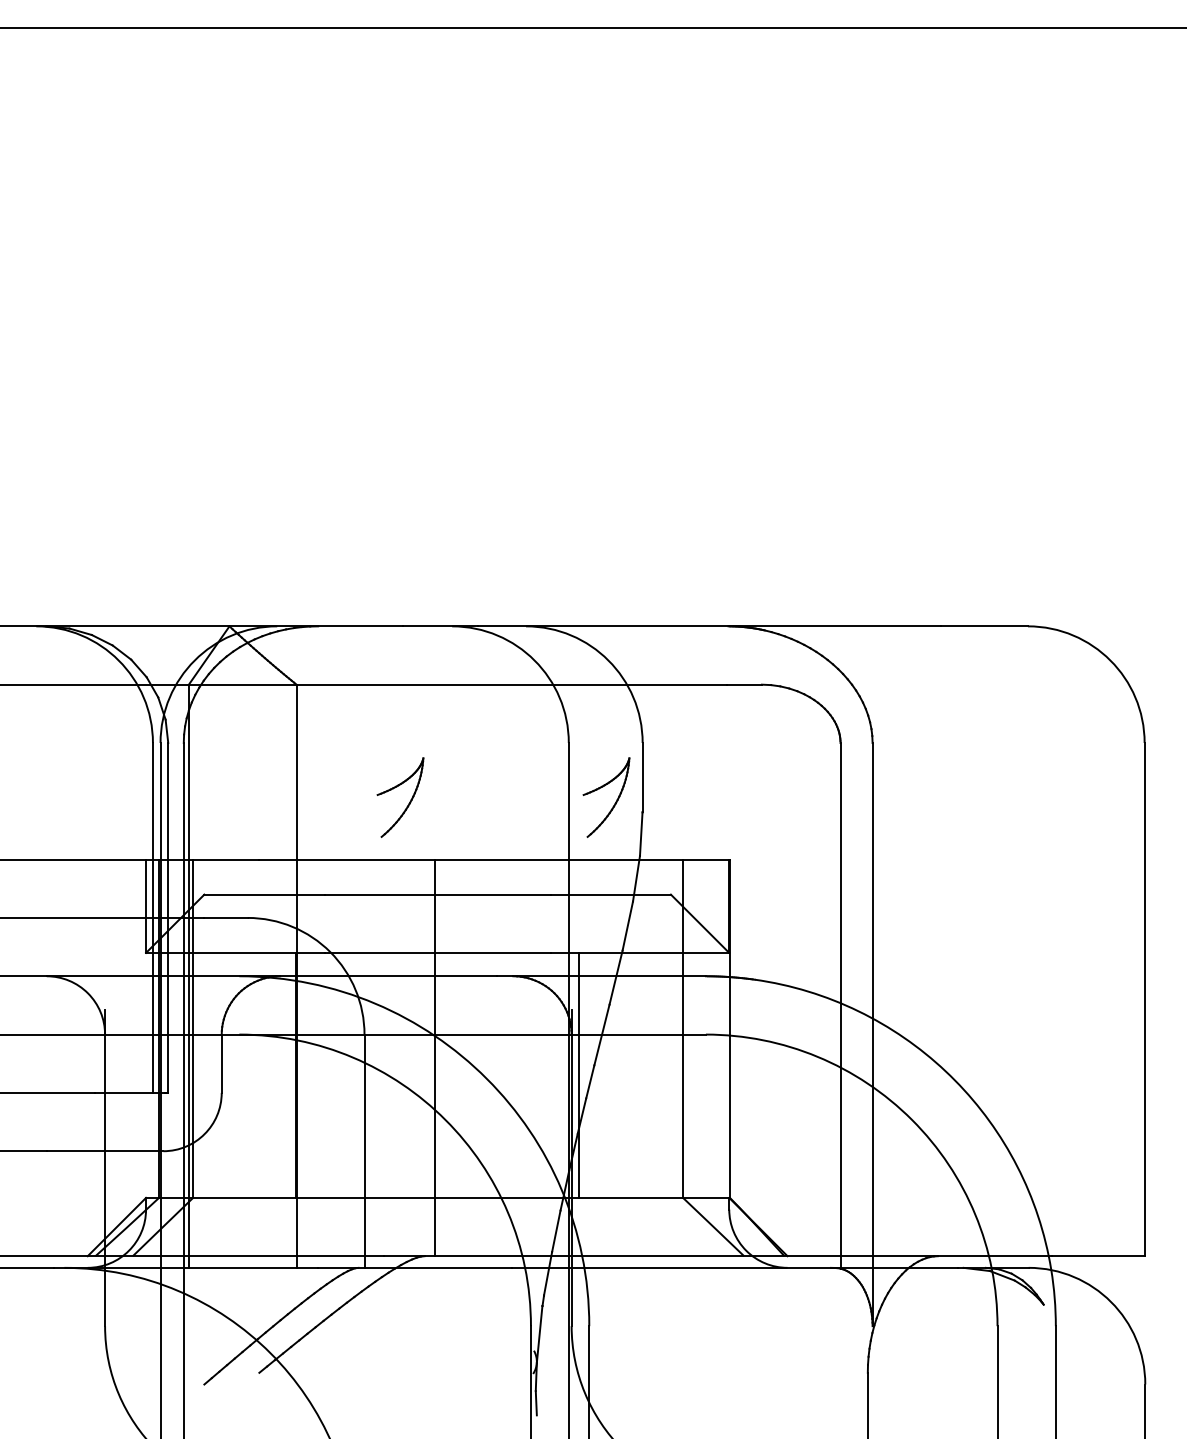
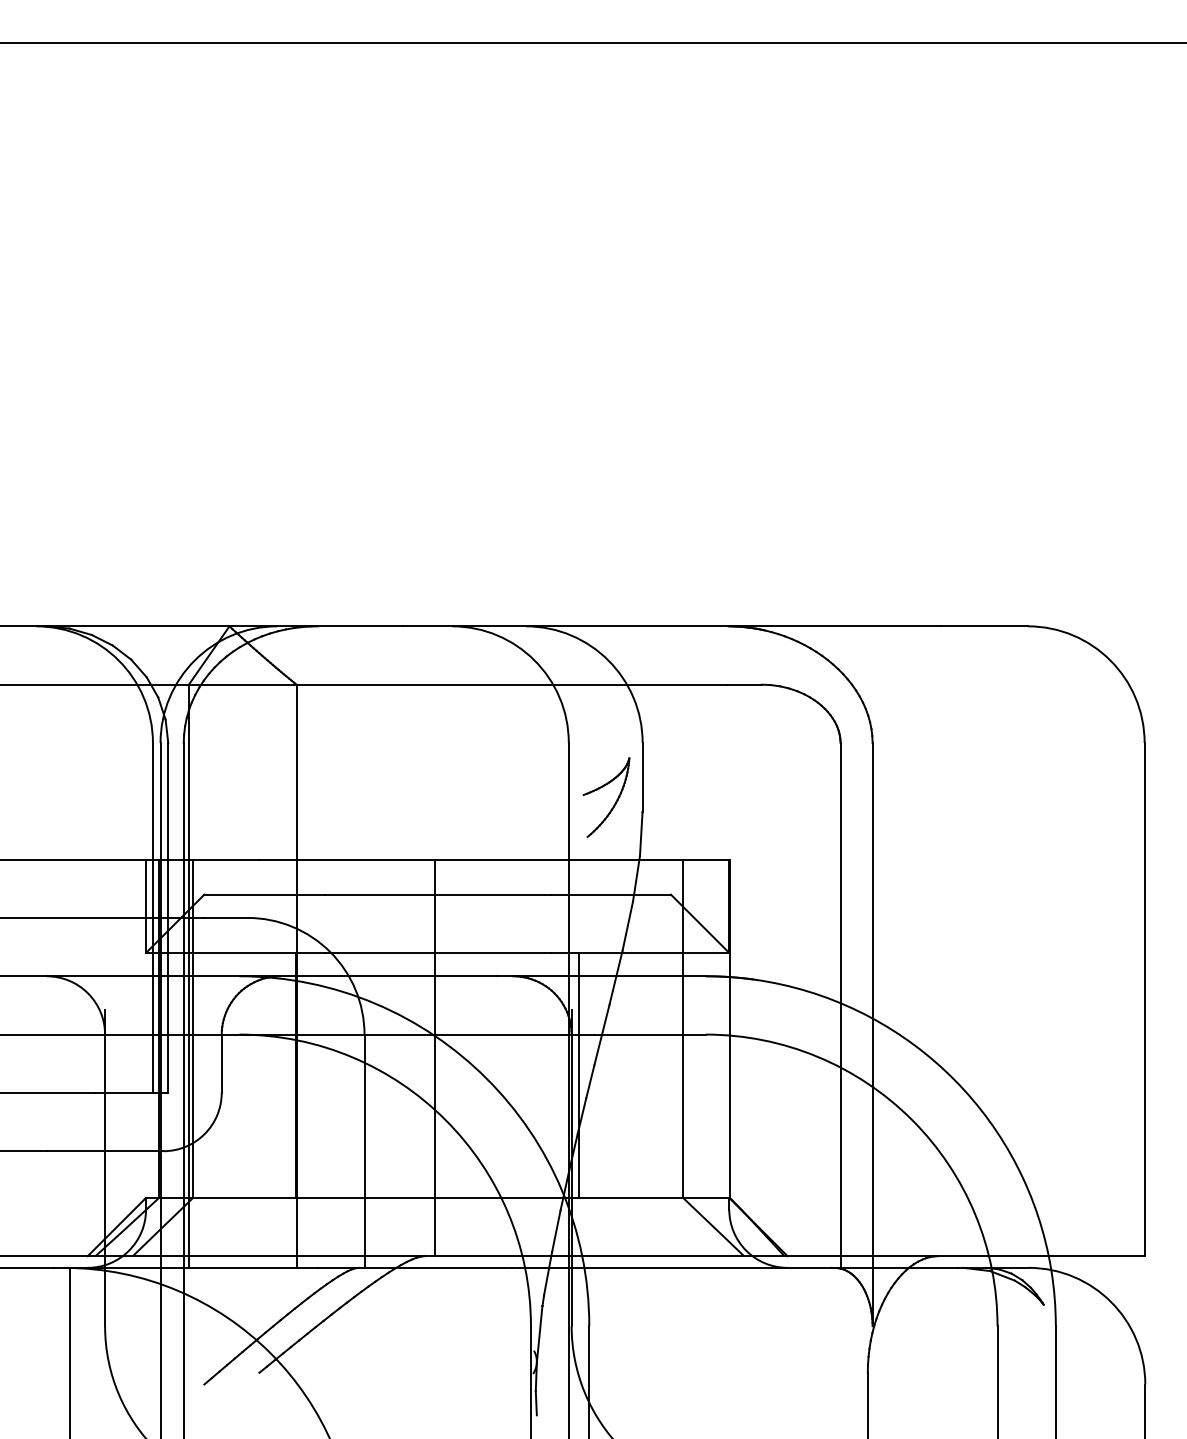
line at (592, 28) position: (592, 28) -> (592, 43)
part at (409, 801): present -> none
line at (70, 1351): none -> present
